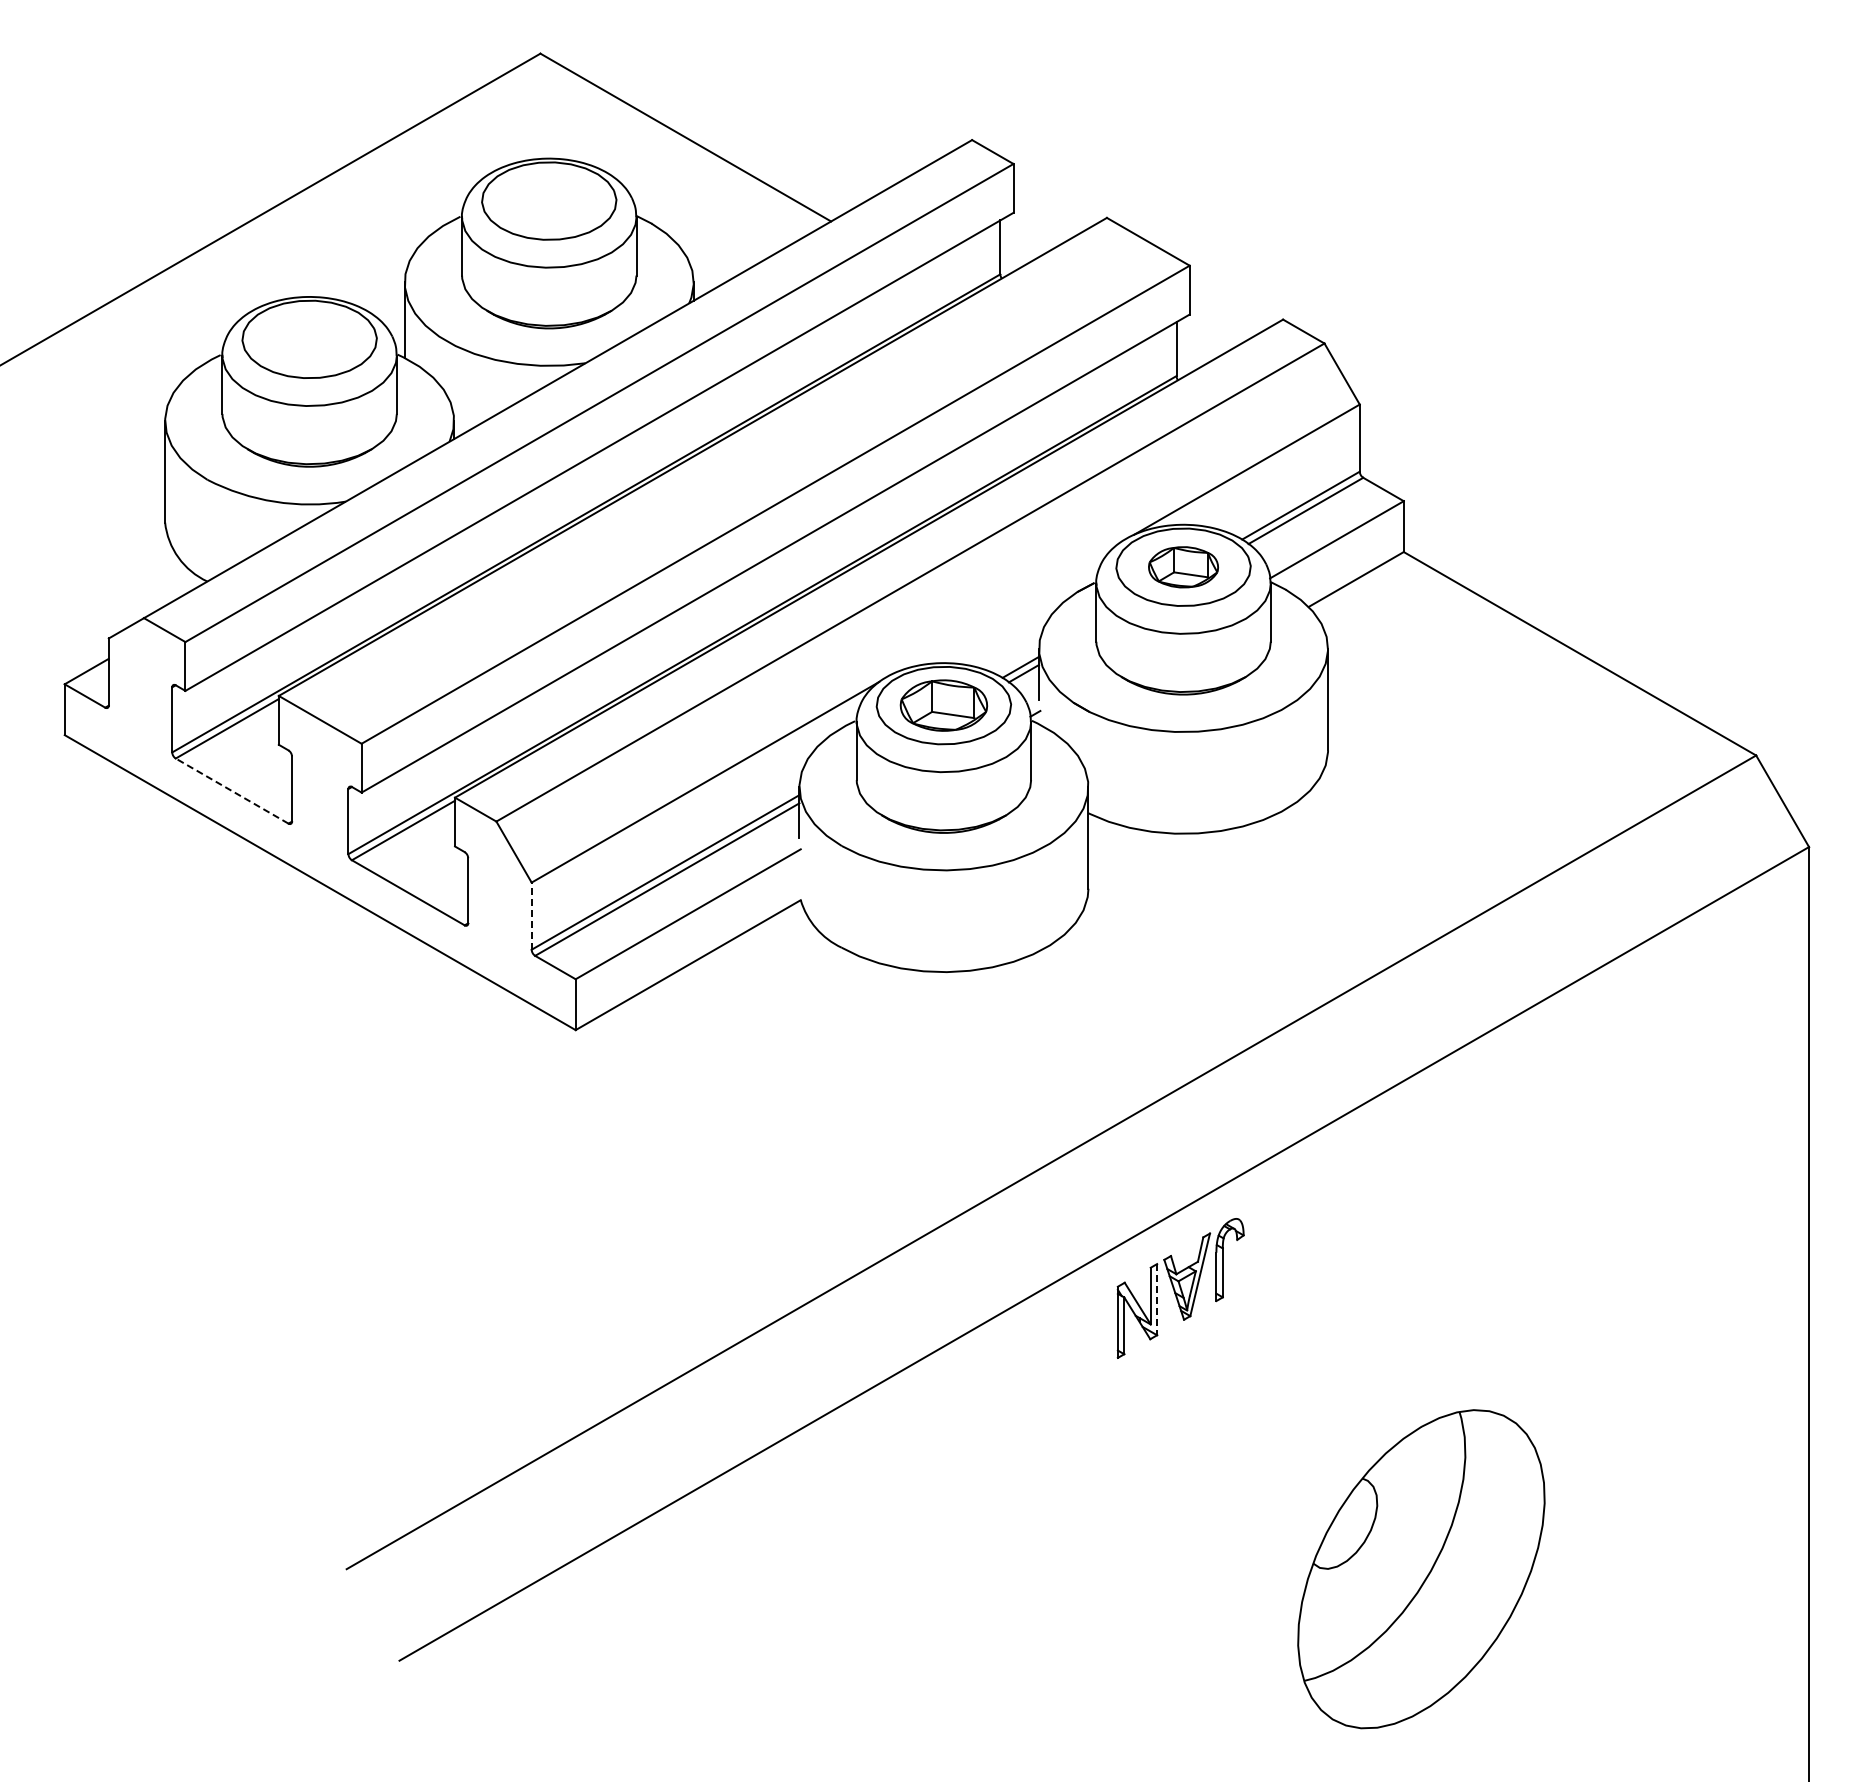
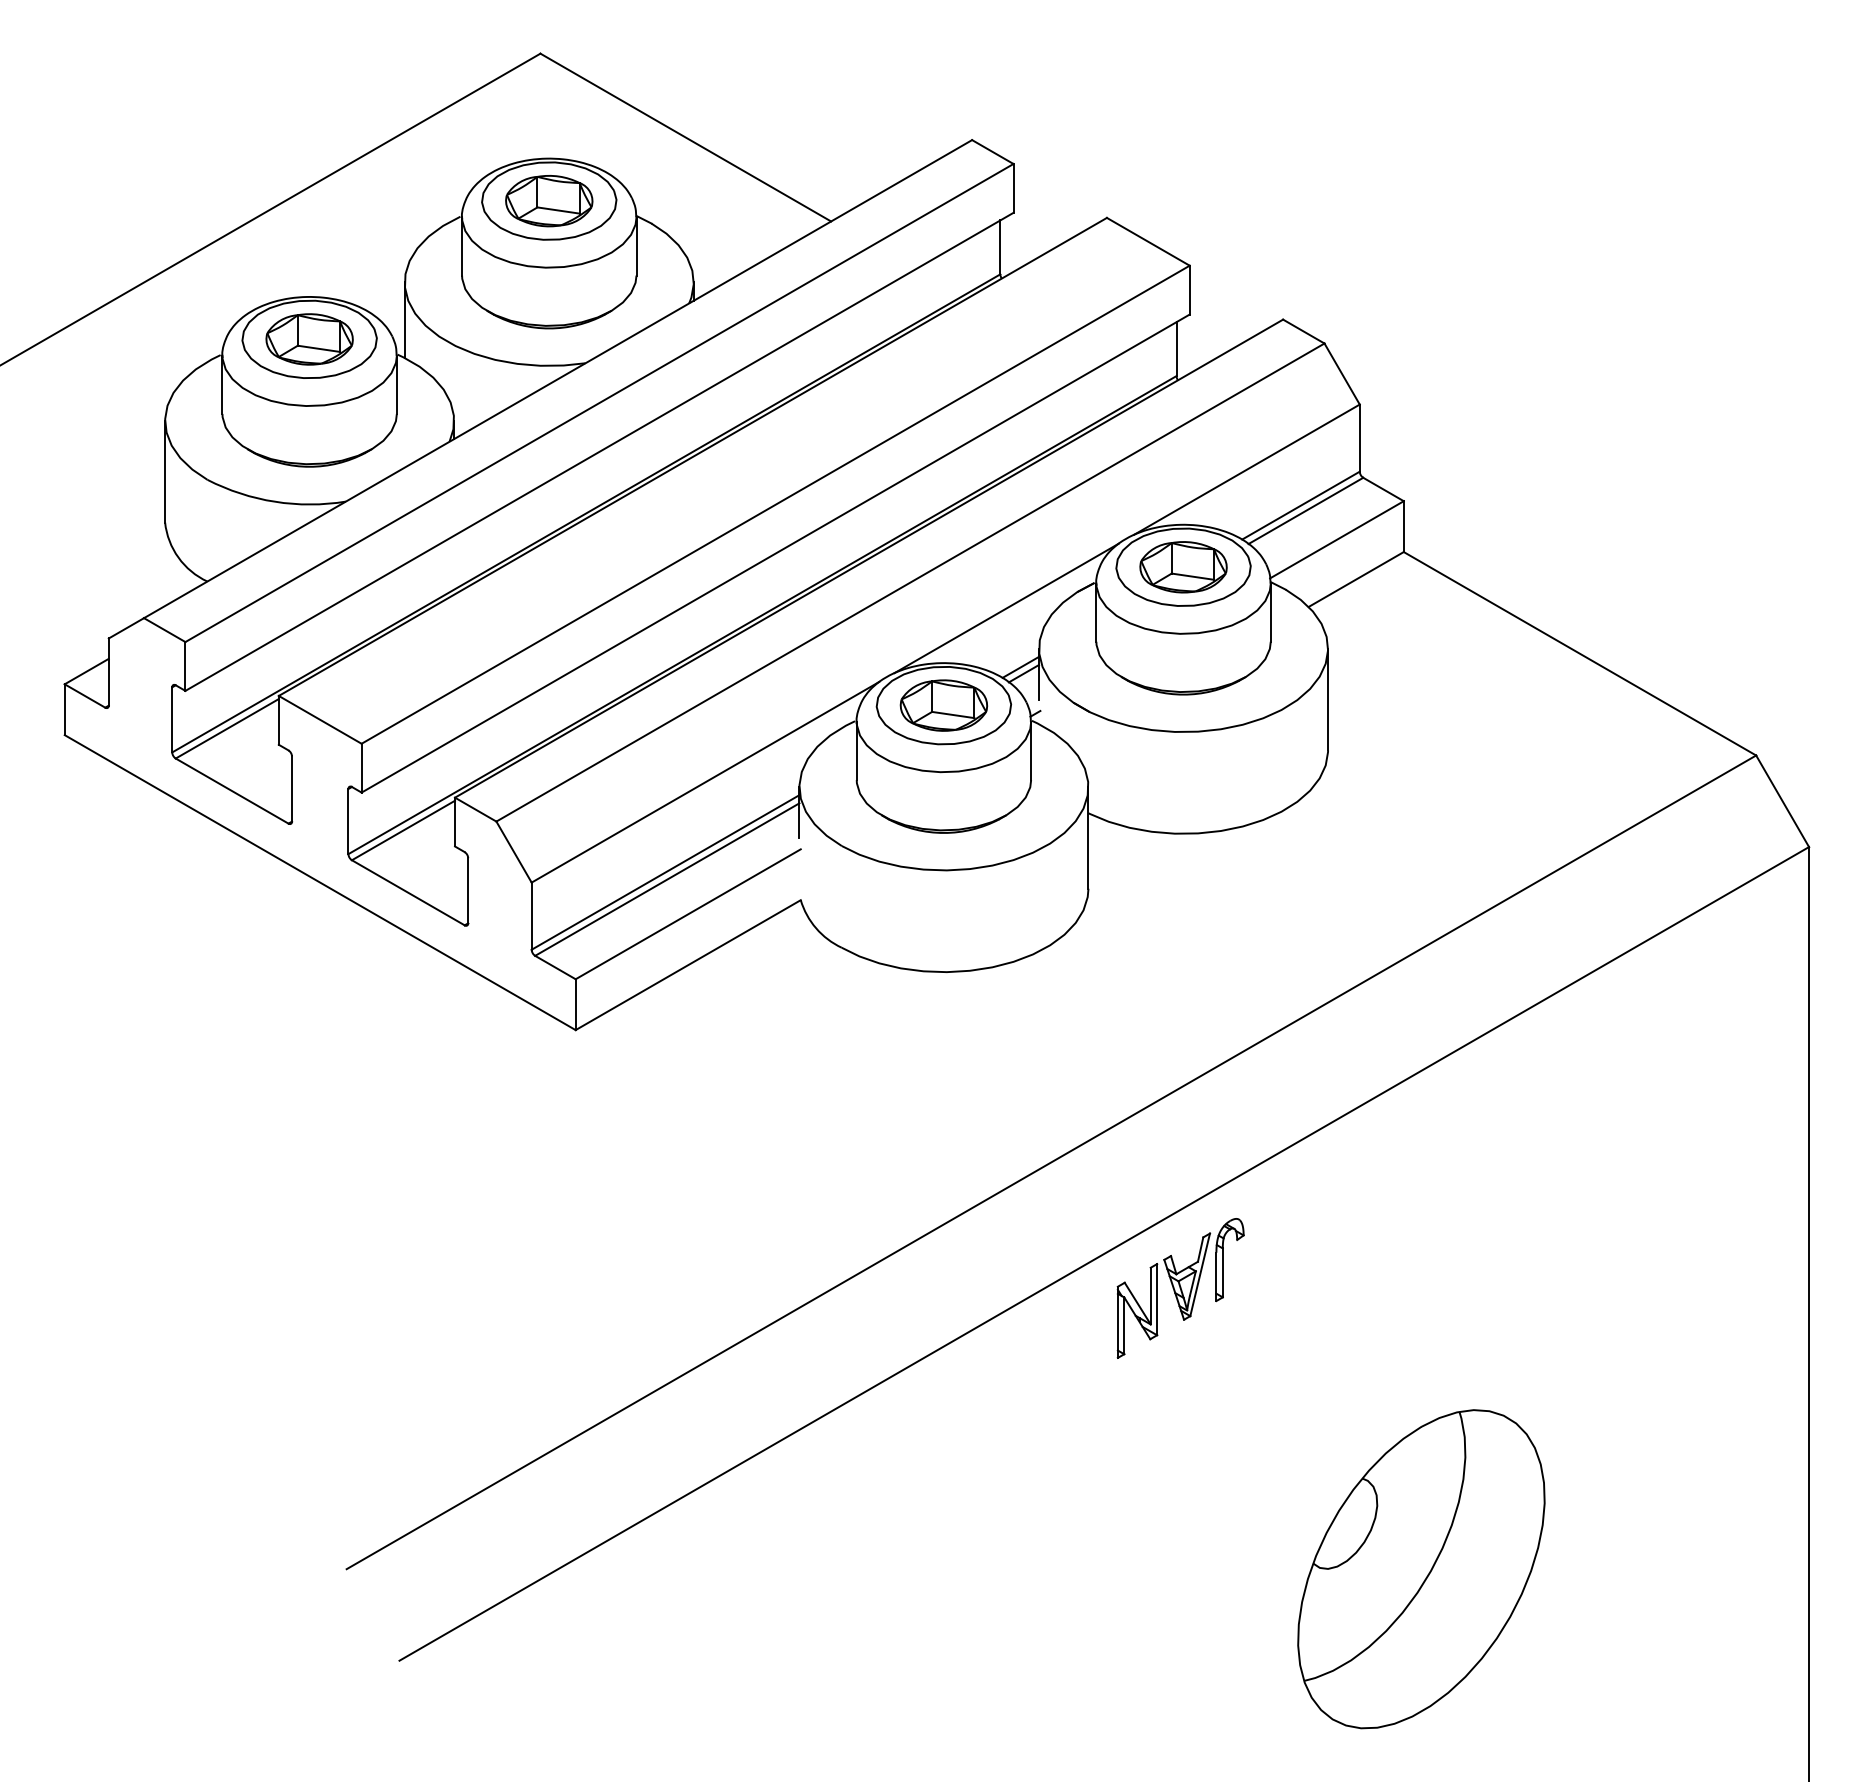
part at (549, 201): none -> present
part at (309, 339): none -> present
part at (1183, 567) size: 71x43 px -> 89x53 px
line at (1006, 608): none -> present
line at (231, 790): dashed -> solid
line at (531, 916): dashed -> solid
line at (1157, 1299): dashed -> solid
